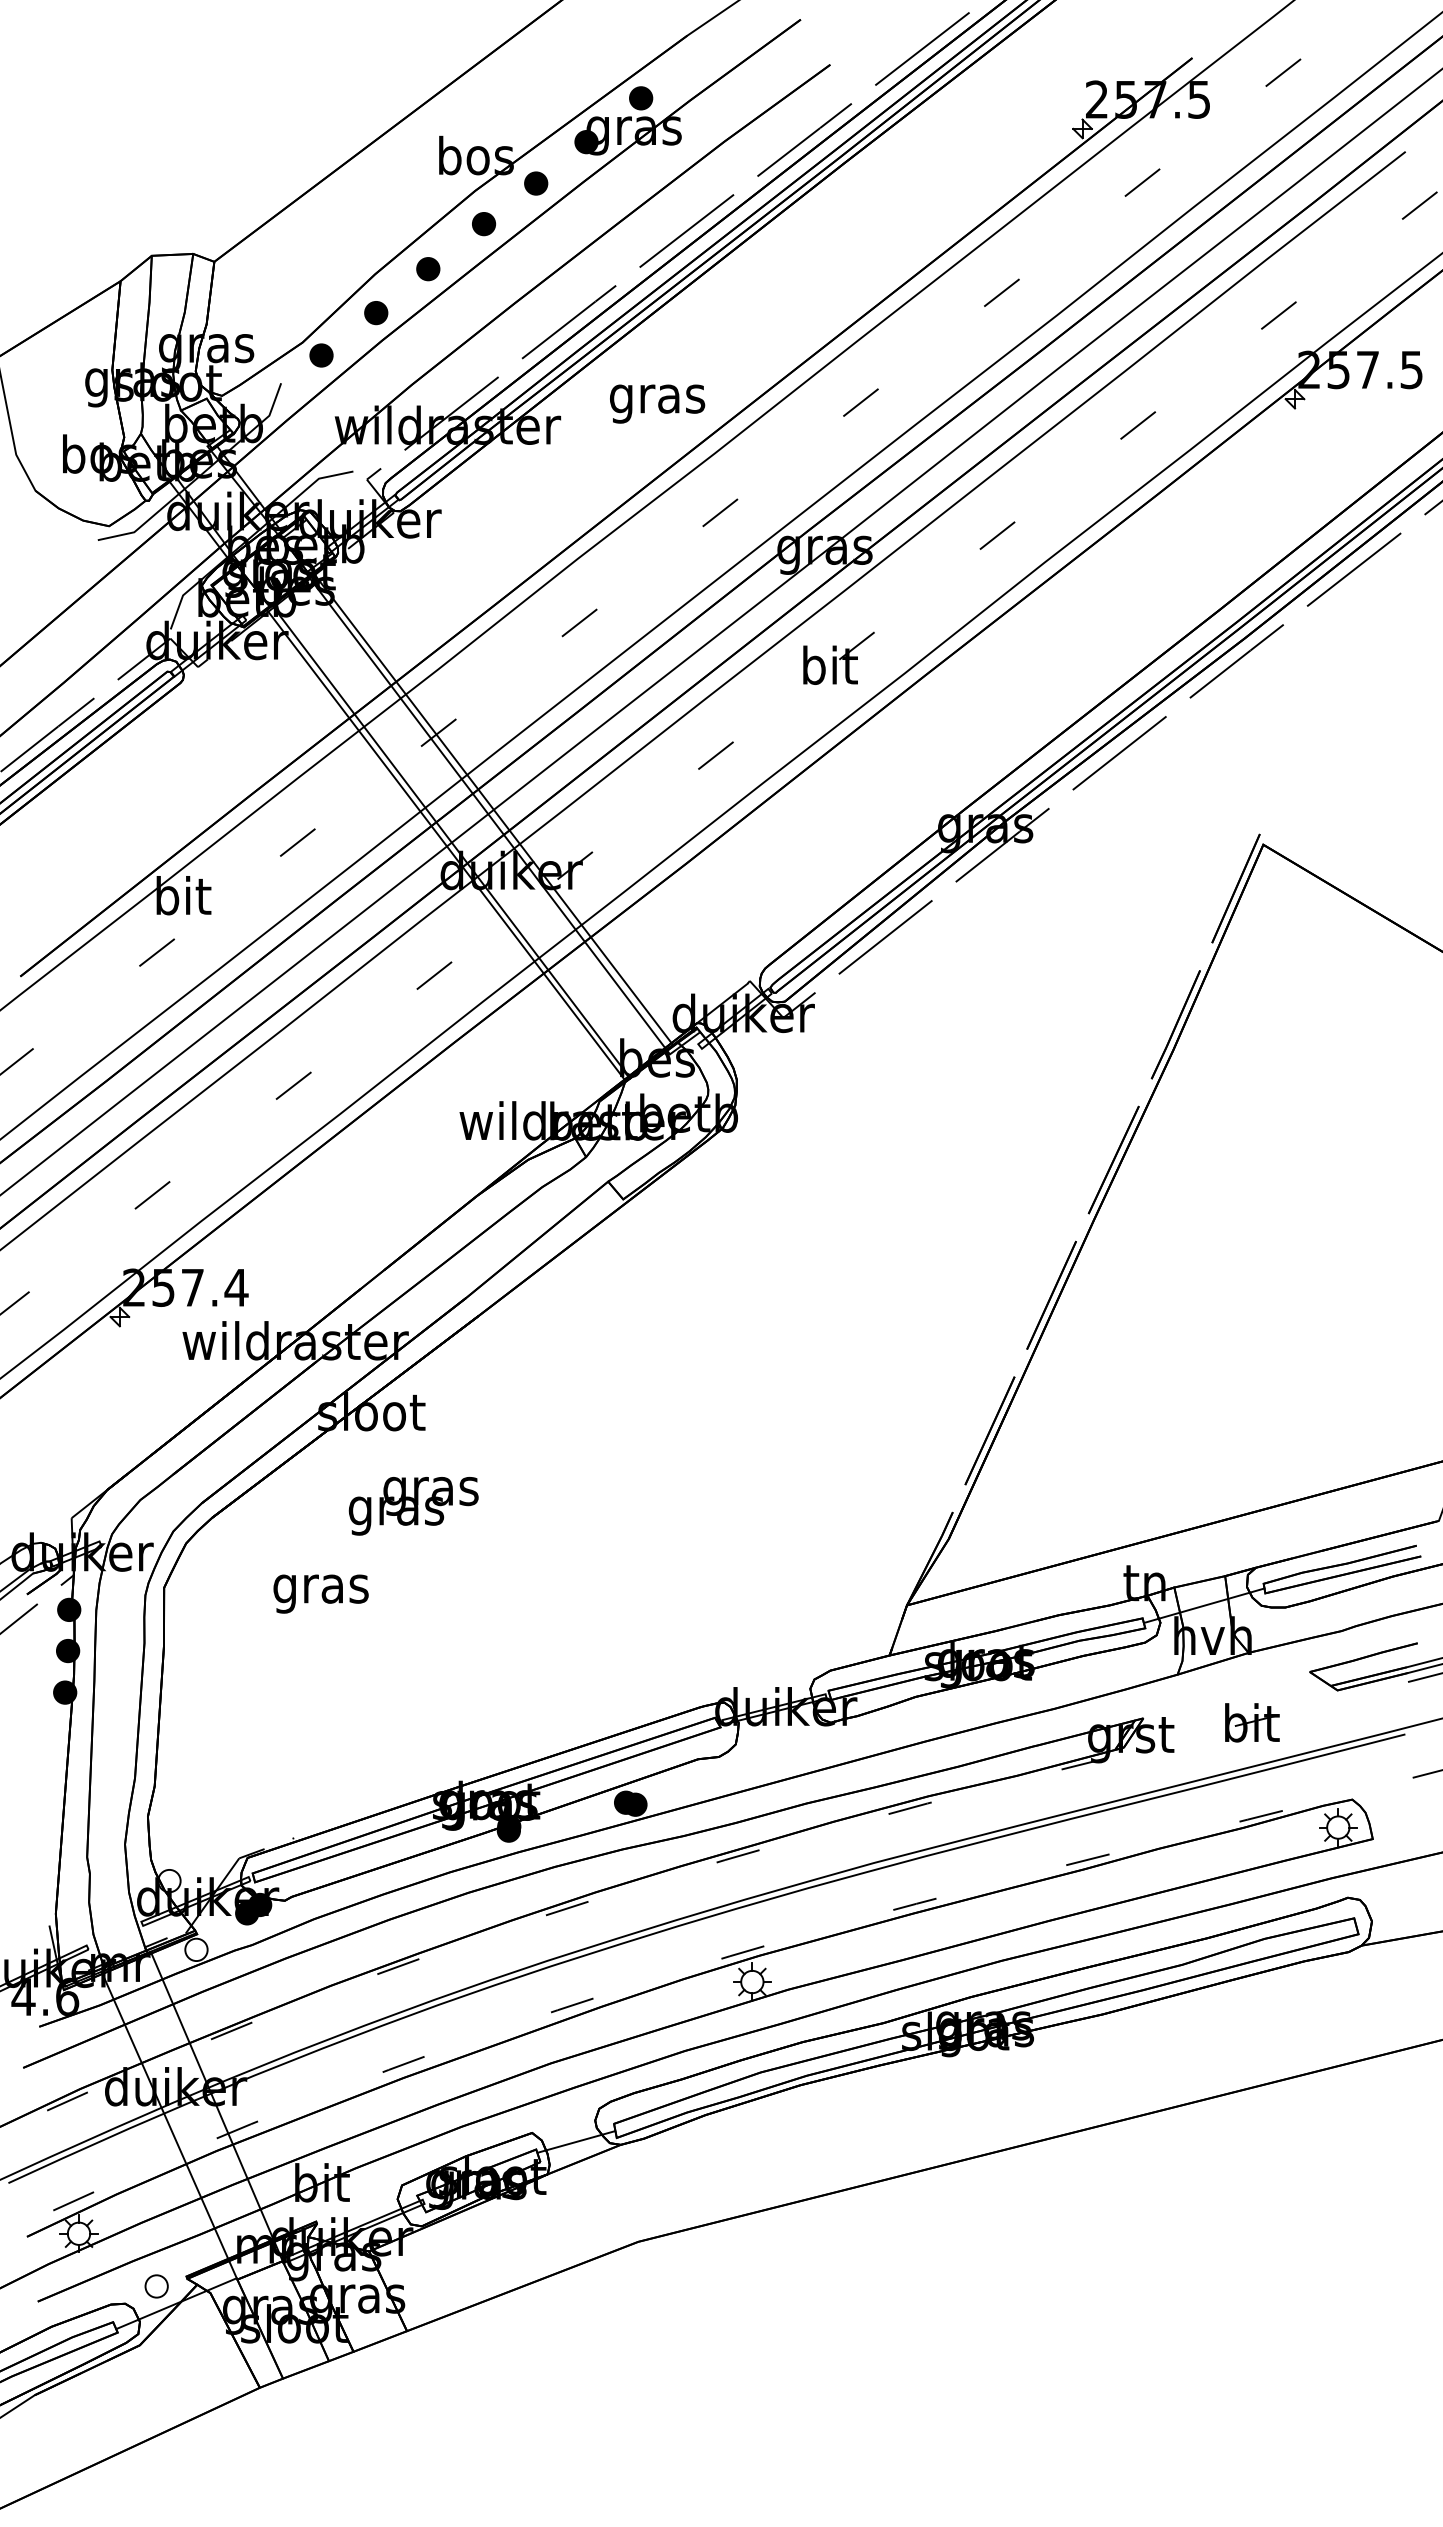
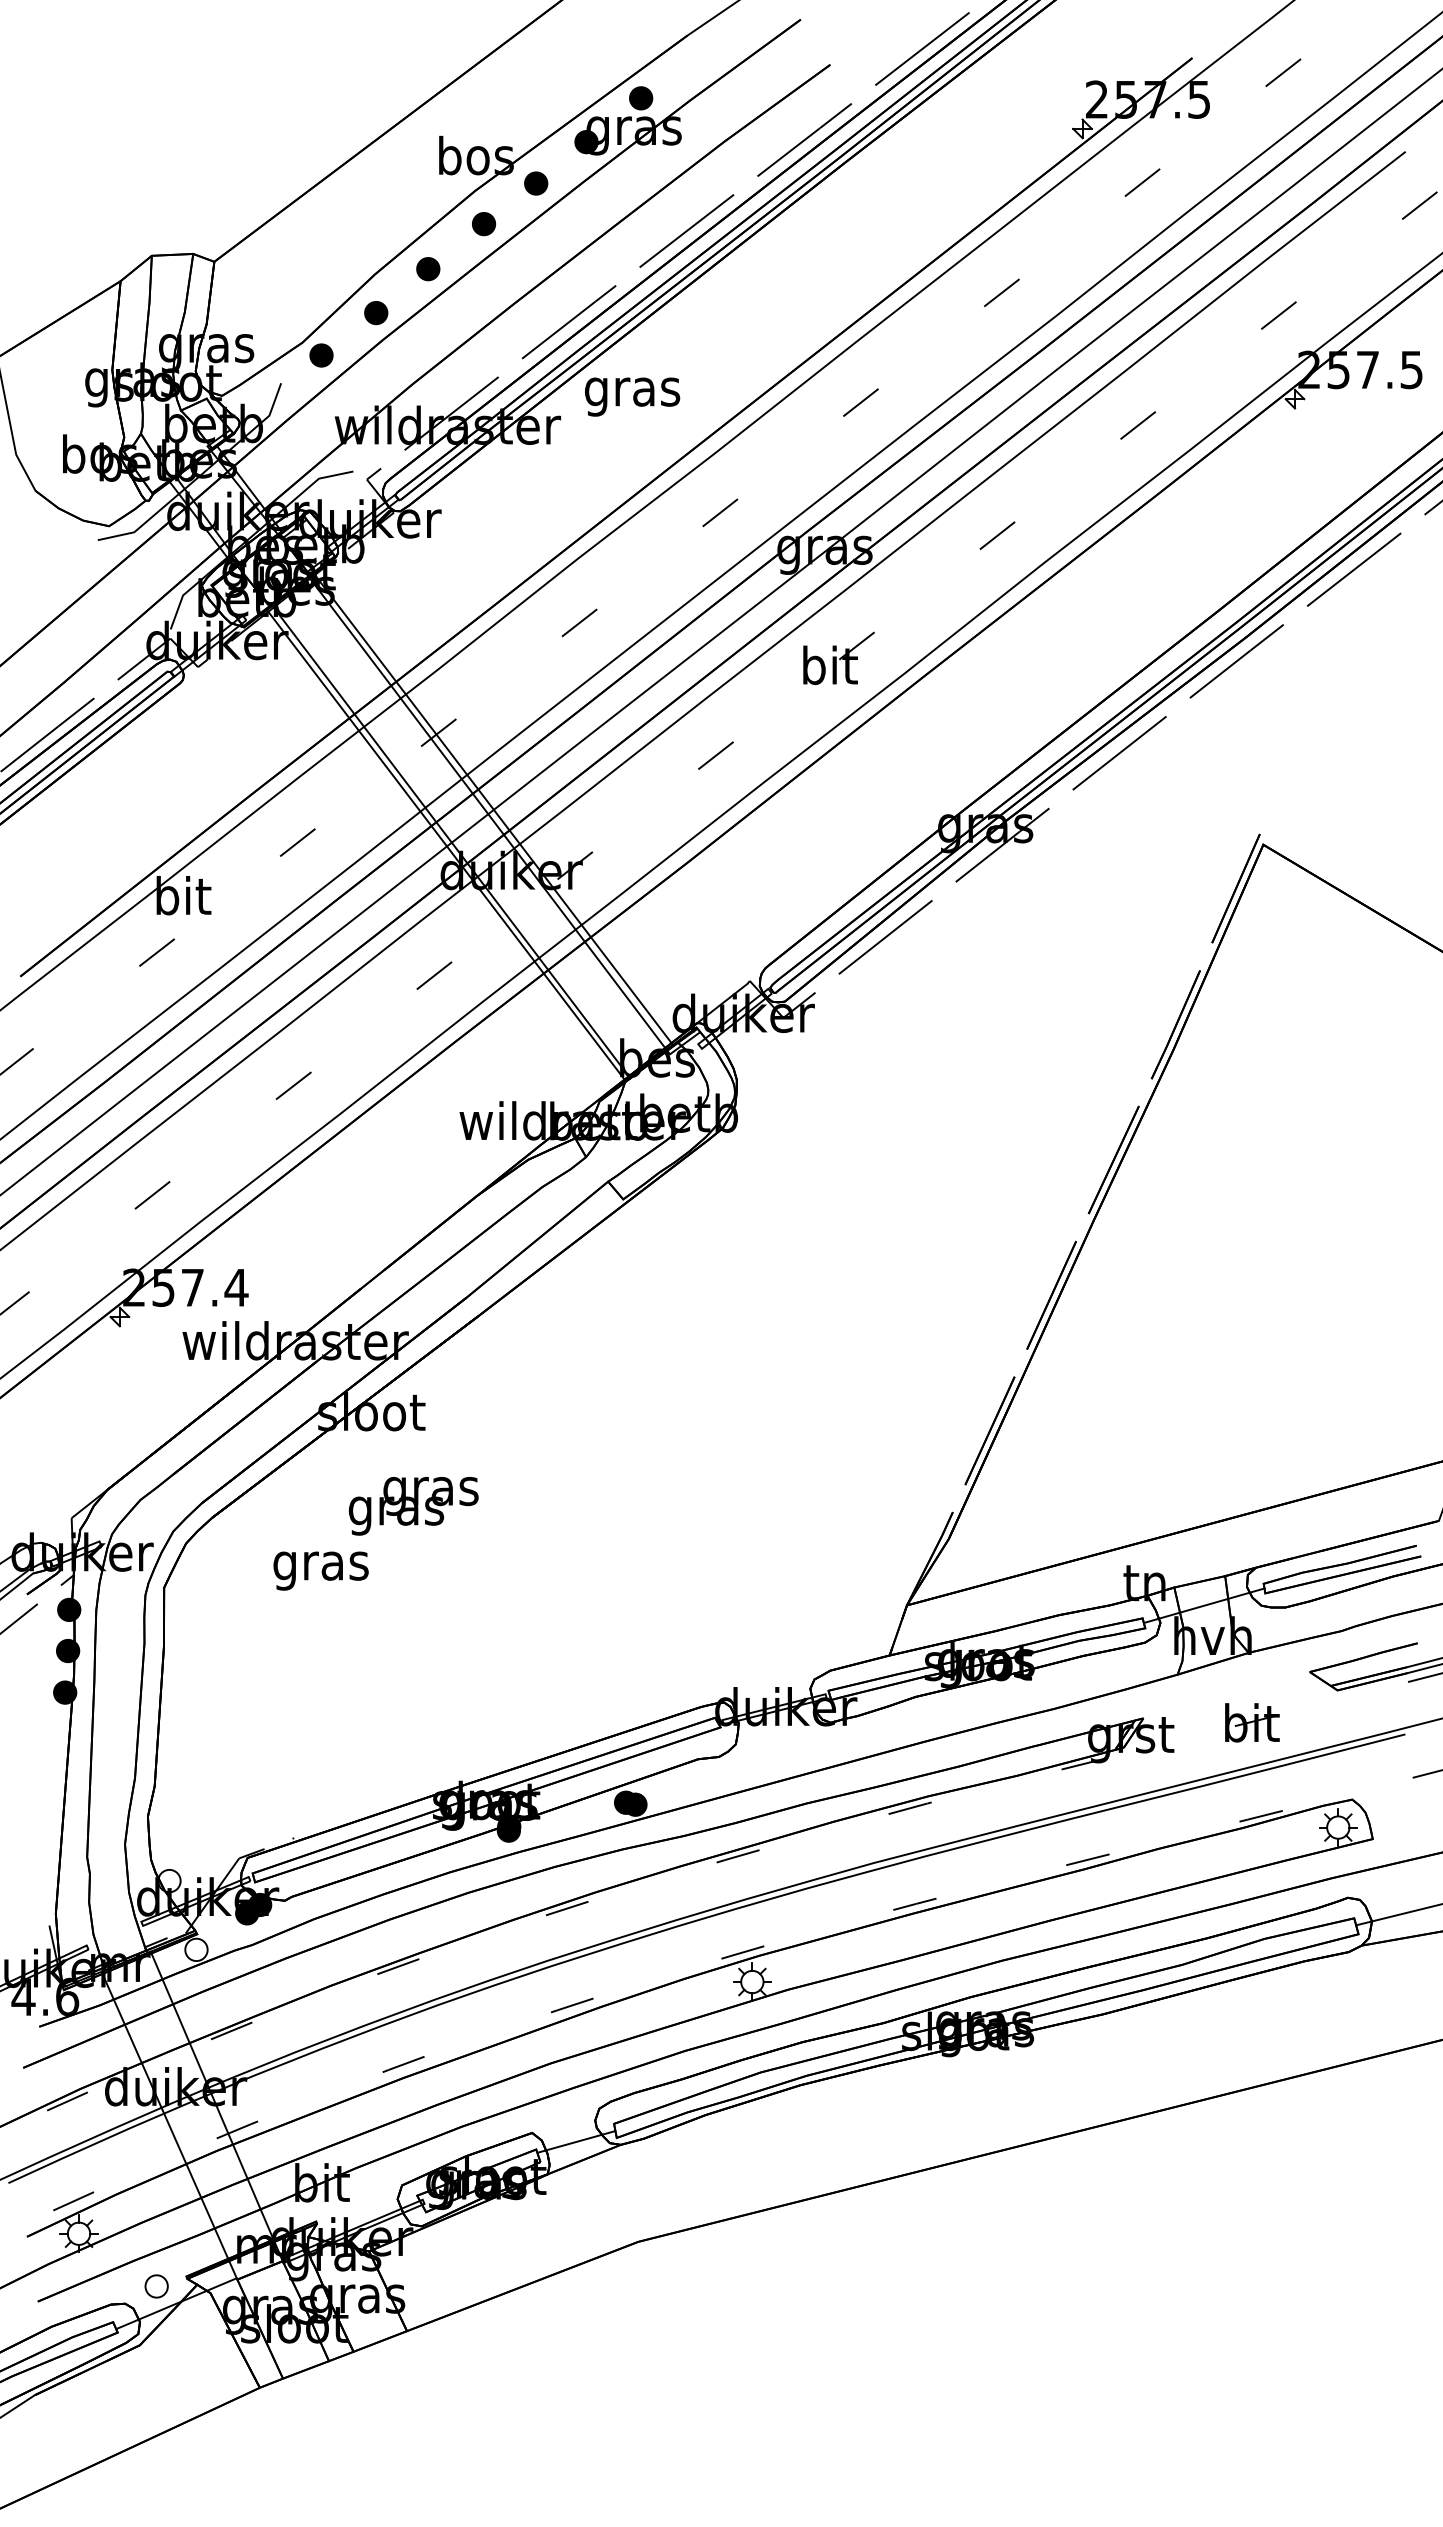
text at (657, 403) position: (657, 403) -> (632, 396)
text at (320, 1593) position: (320, 1593) -> (320, 1570)
line at (1397, 1914): none -> present
